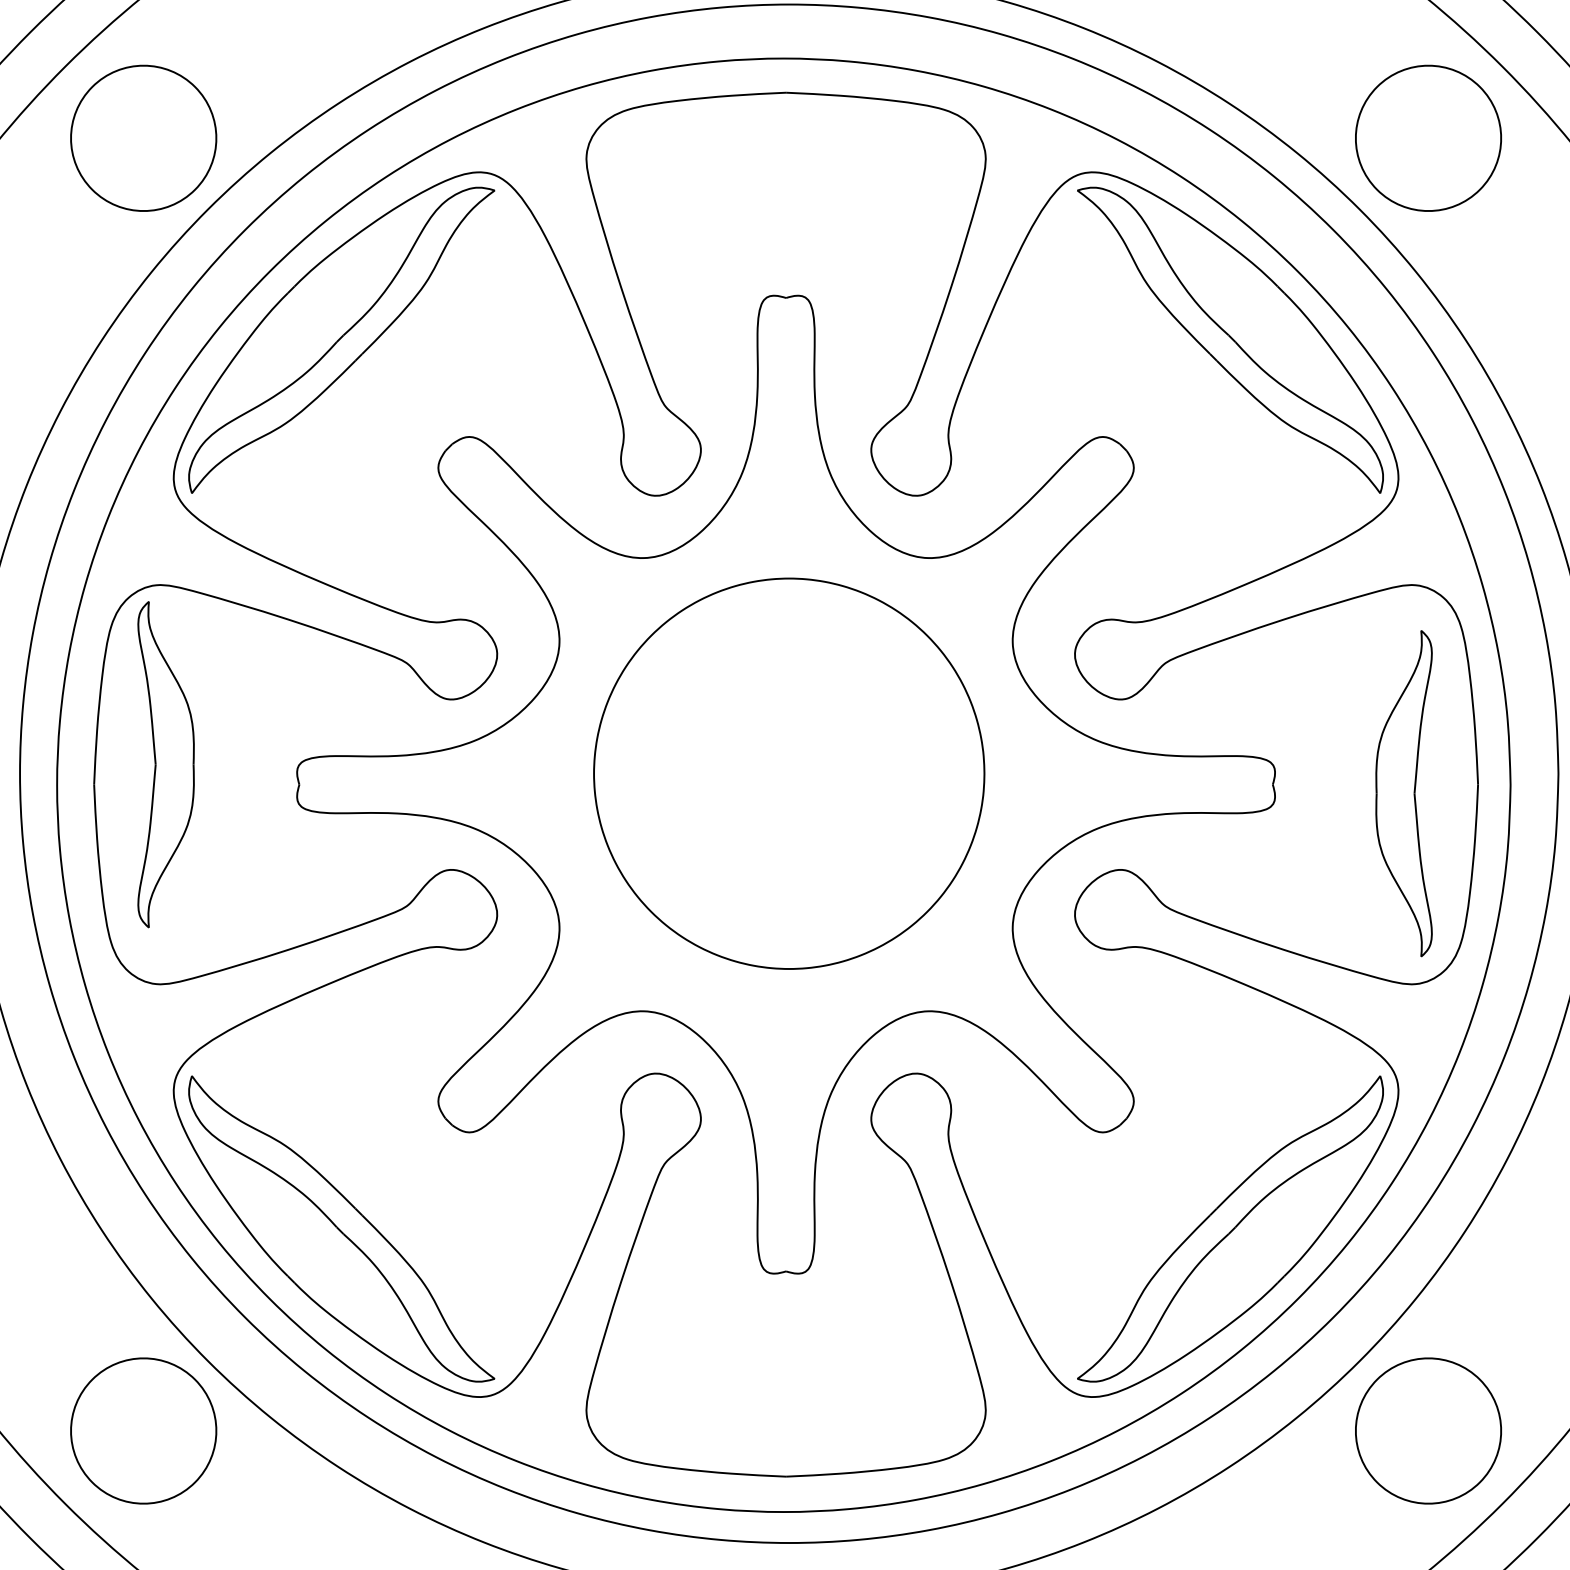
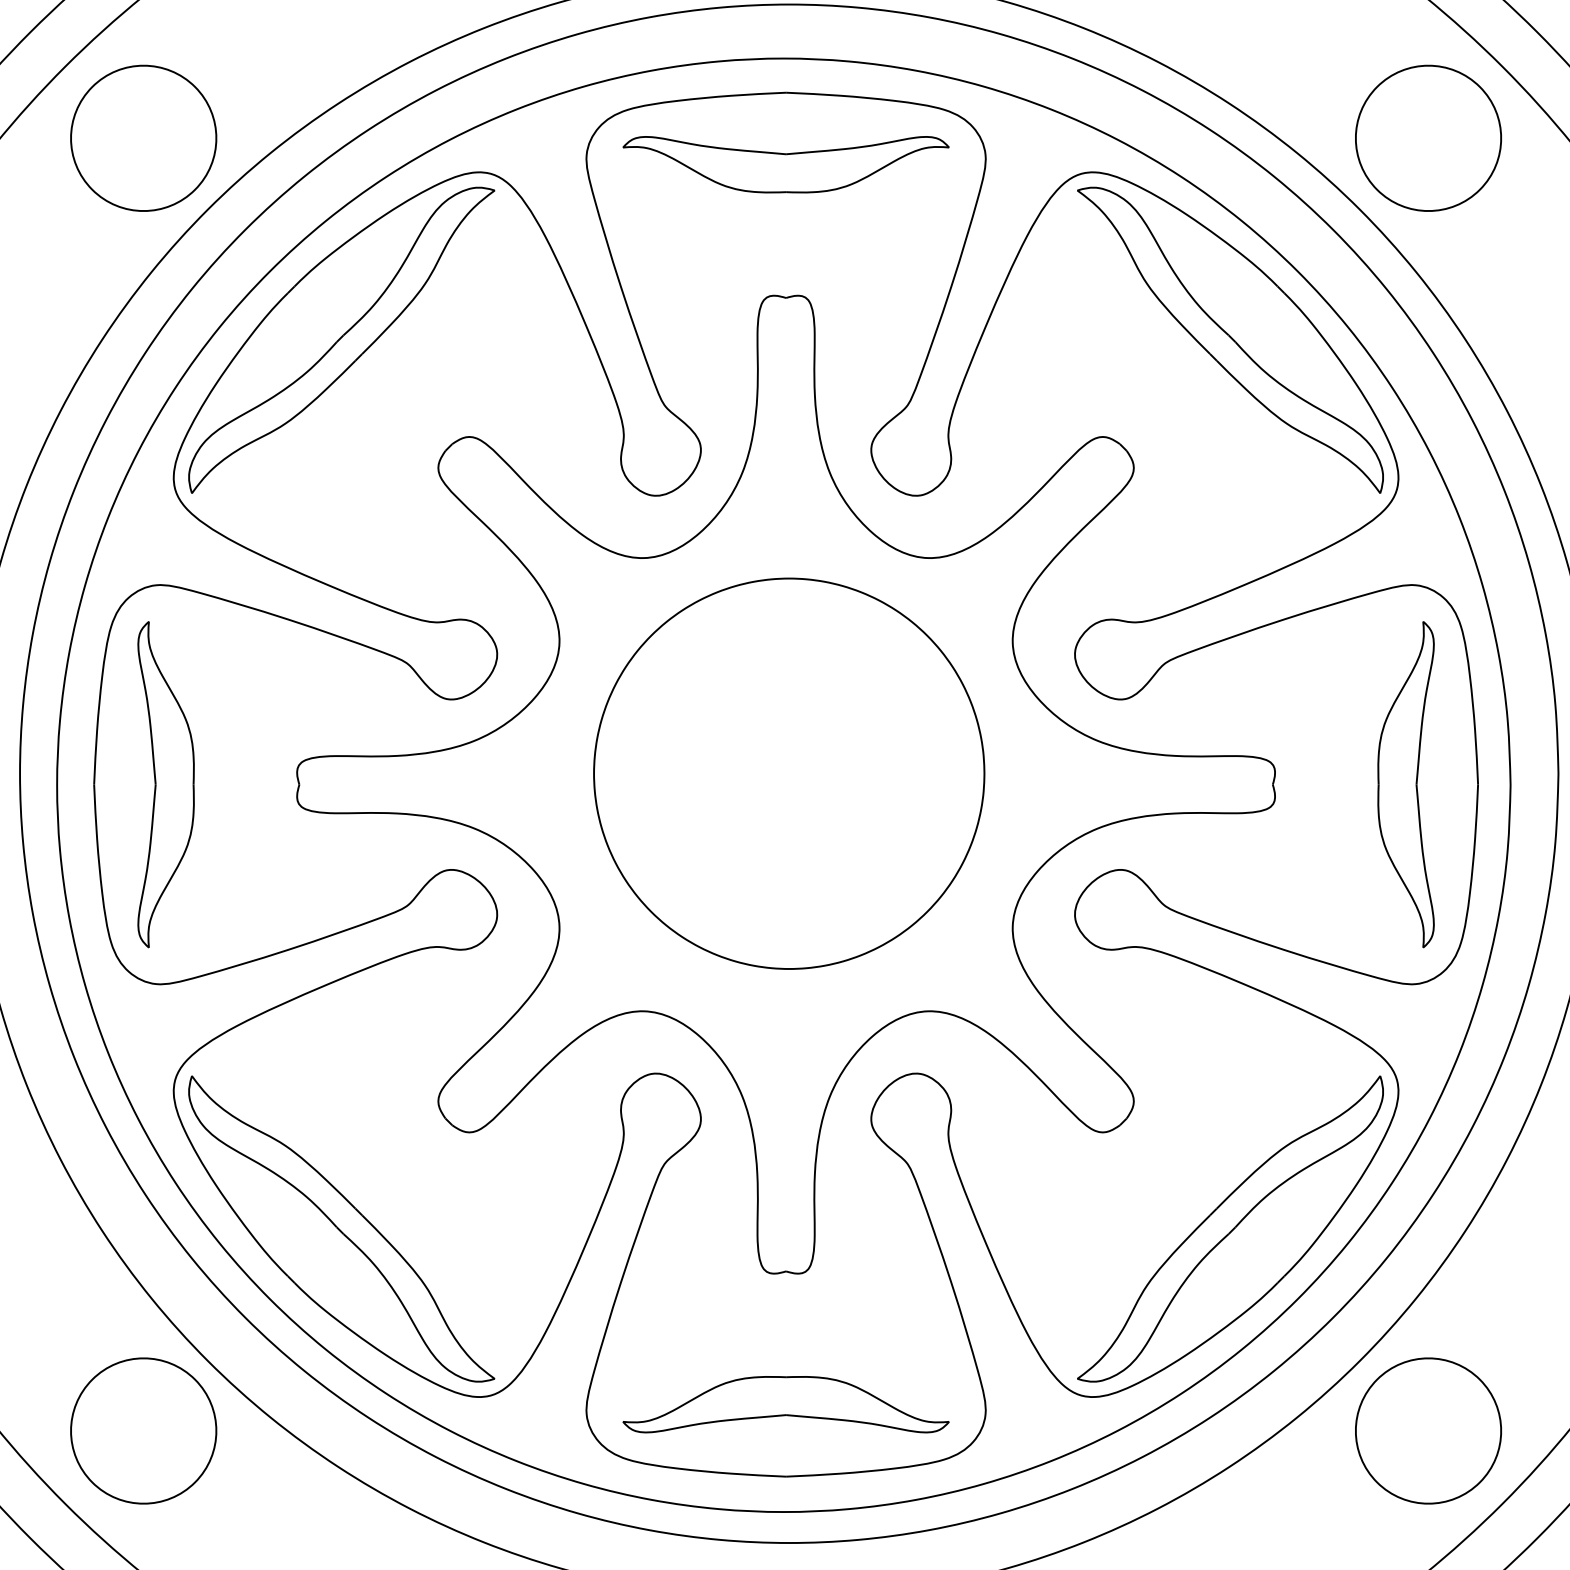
part at (785, 164): none -> present
part at (165, 764) position: (165, 764) -> (165, 784)
part at (1403, 793) position: (1403, 793) -> (1405, 784)
part at (785, 1404): none -> present
